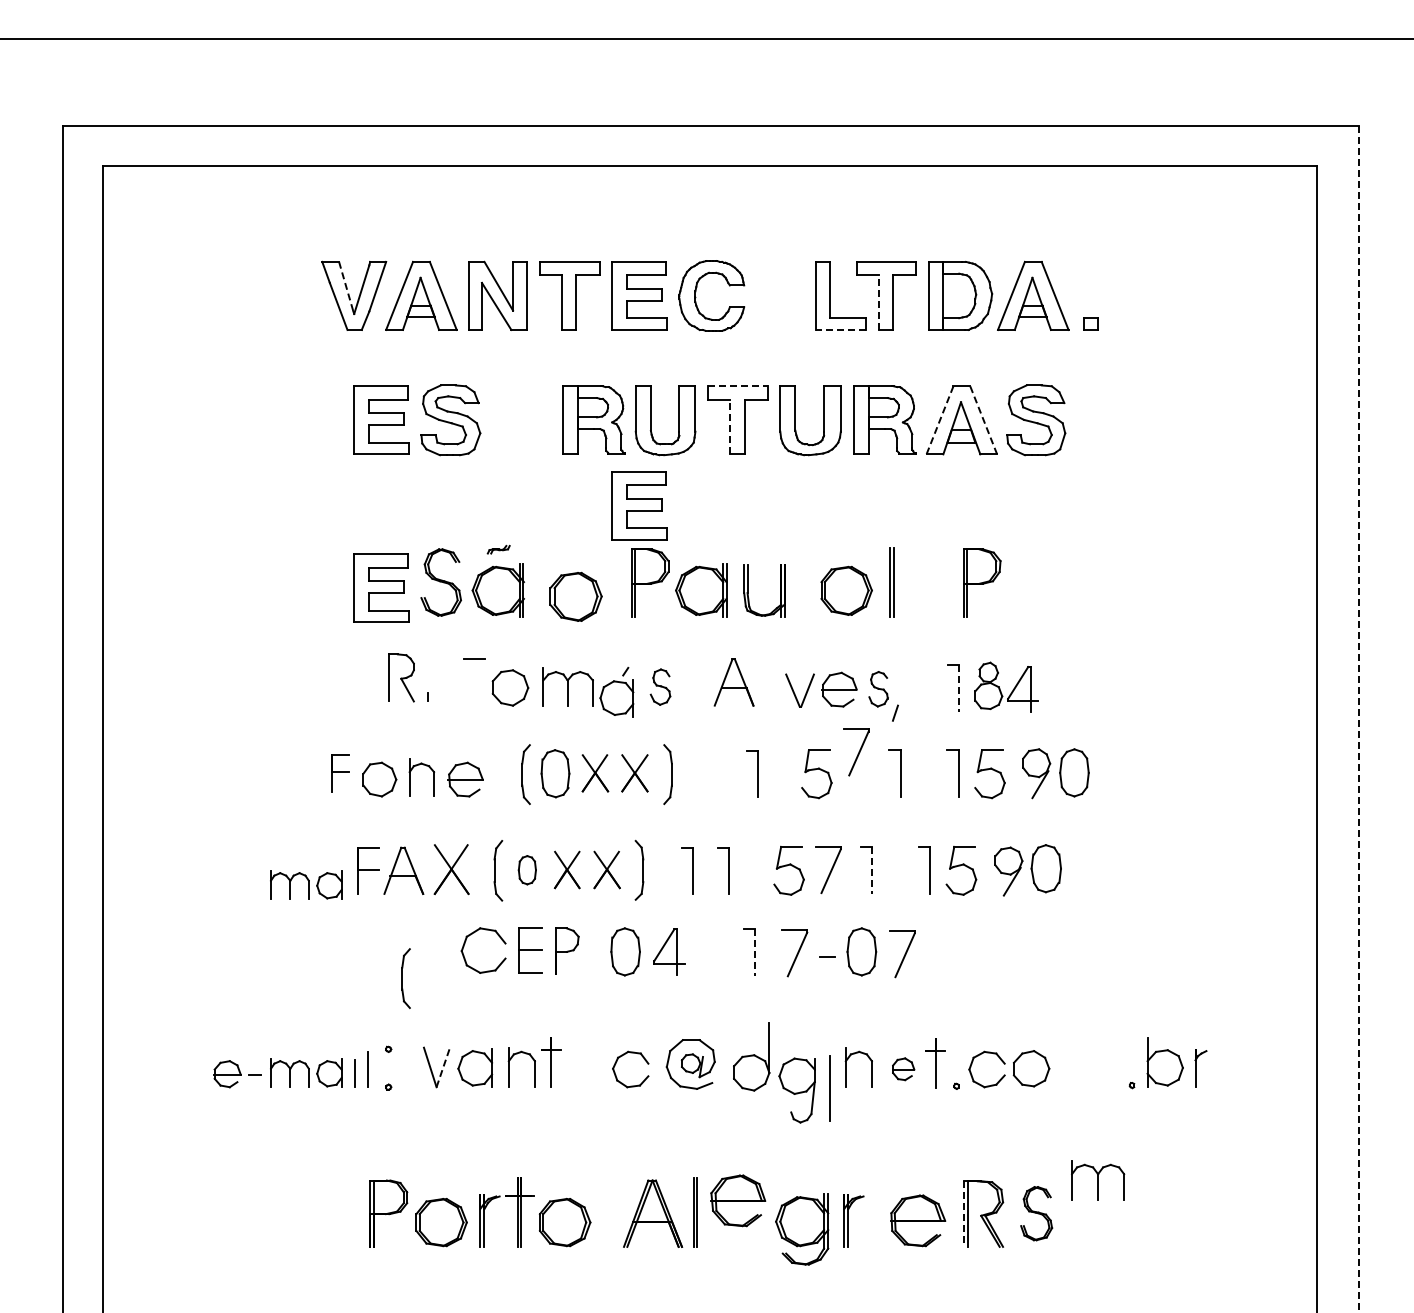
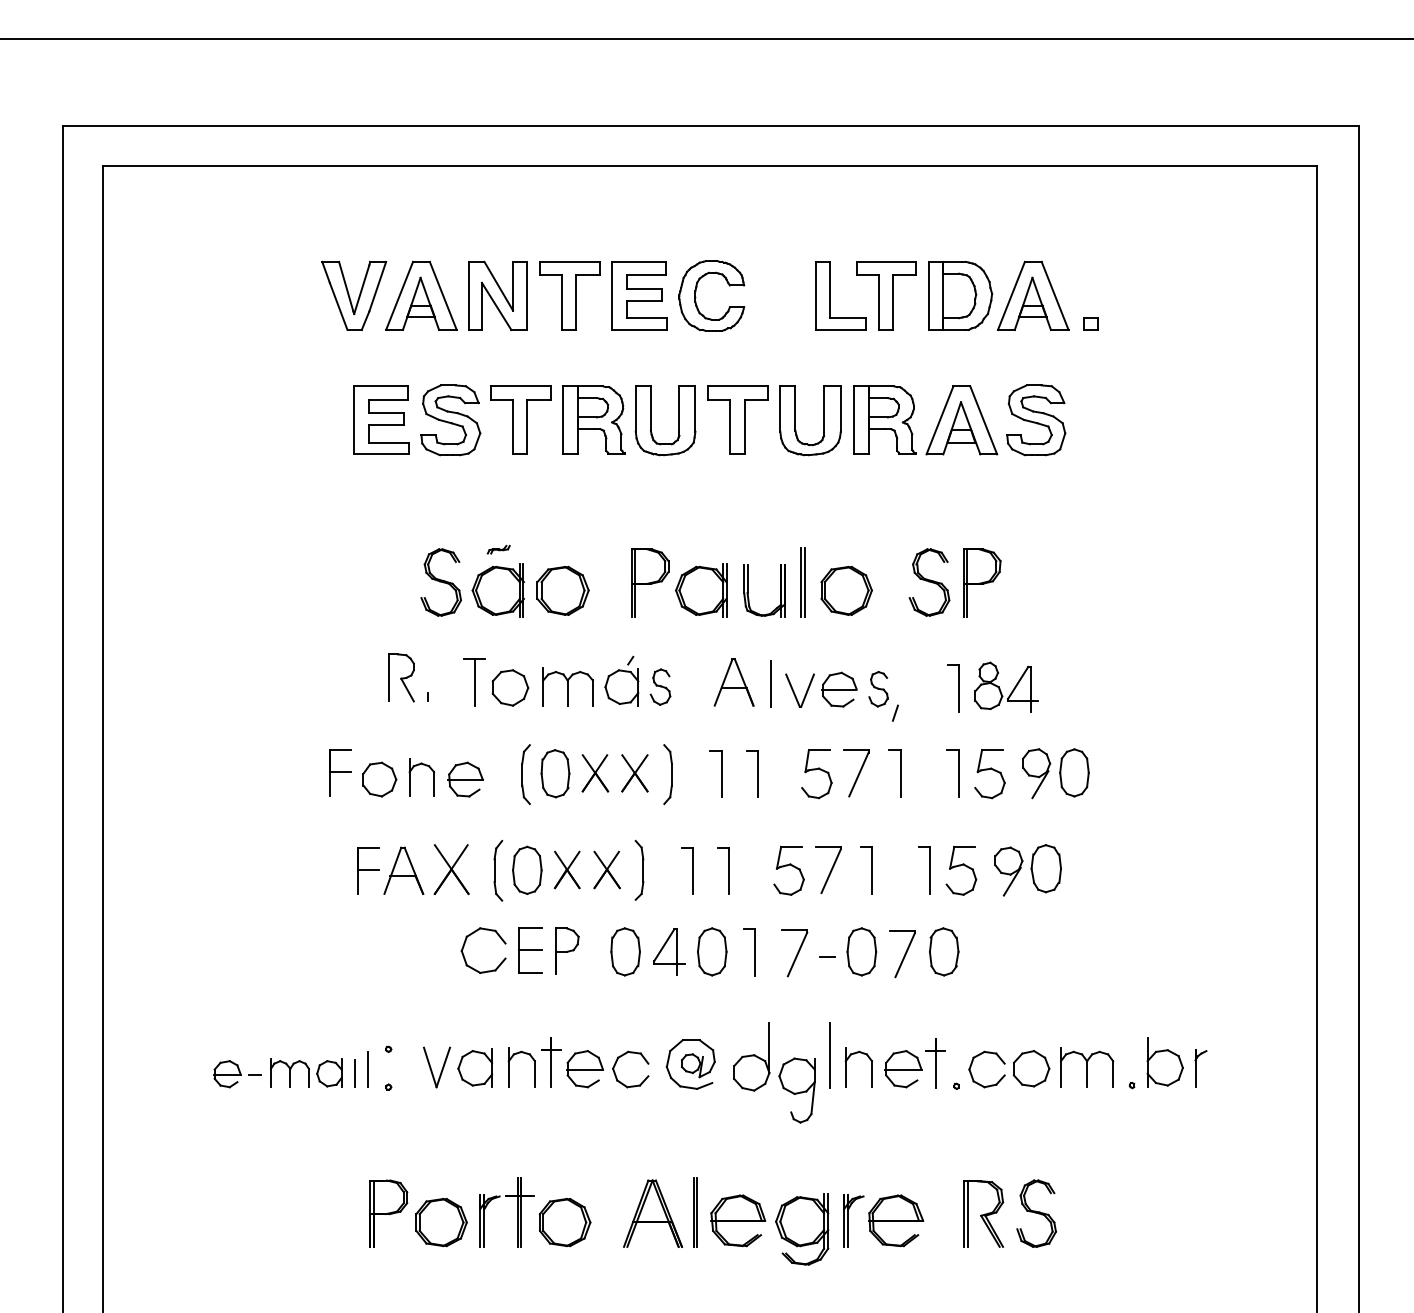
line at (346, 286): dashed -> solid
line at (878, 302): dashed -> solid
line at (840, 329): dashed -> solid
line at (737, 386): dashed -> solid
part at (520, 419): none -> present
line at (940, 420): dashed -> solid
line at (983, 420): dashed -> solid
line at (729, 426): dashed -> solid
part at (639, 505): present -> none
part at (891, 582) position: (891, 582) -> (802, 582)
part at (929, 582): none -> present
part at (381, 587): present -> none
part at (575, 596) position: (575, 596) -> (562, 590)
line at (475, 681): none -> present
line at (770, 683): none -> present
line at (959, 688): dashed -> solid
part at (616, 691) position: (616, 691) -> (621, 680)
line at (1358, 719): dashed -> solid
part at (856, 752) position: (856, 752) -> (856, 773)
part at (340, 773) size: 19x39 px -> 23x48 px
part at (715, 773): none -> present
part at (526, 870) size: 20x31 px -> 31x50 px
line at (871, 870): dashed -> solid
part at (306, 884): present -> none
part at (712, 951): none -> present
part at (944, 951): none -> present
line at (755, 952): dashed -> solid
part at (405, 978): present -> none
line at (443, 1067): dashed -> solid
part at (584, 1069): none -> present
part at (903, 1069) size: 24x25 px -> 39x39 px
line at (829, 1088) position: (829, 1088) -> (829, 1055)
part at (1098, 1180) position: (1098, 1180) -> (1087, 1067)
part at (738, 1200) position: (738, 1200) -> (738, 1220)
part at (1036, 1213) size: 34x56 px -> 41x69 px
line at (963, 1214): dashed -> solid
part at (918, 1220) position: (918, 1220) -> (896, 1220)
